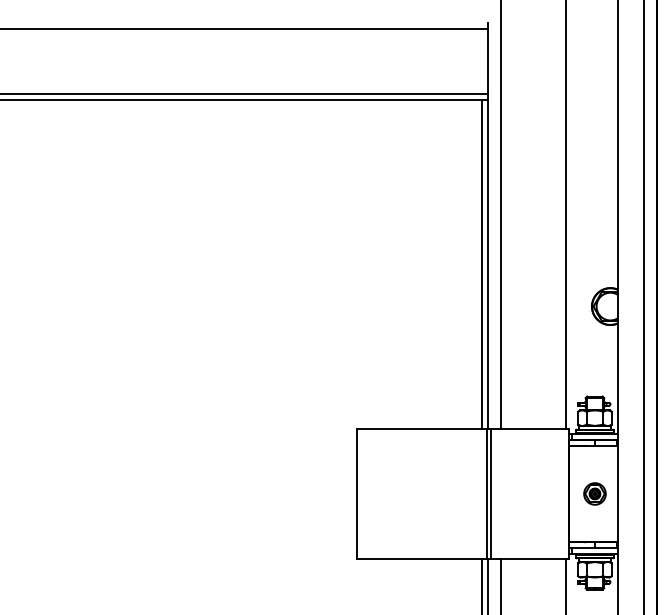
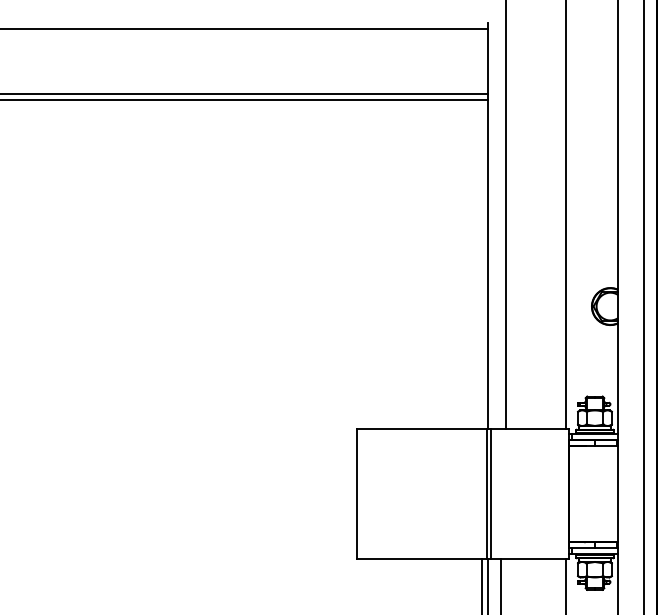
line at (500, 215) position: (500, 215) -> (505, 215)
line at (482, 264): present -> none
part at (594, 493): present -> none
